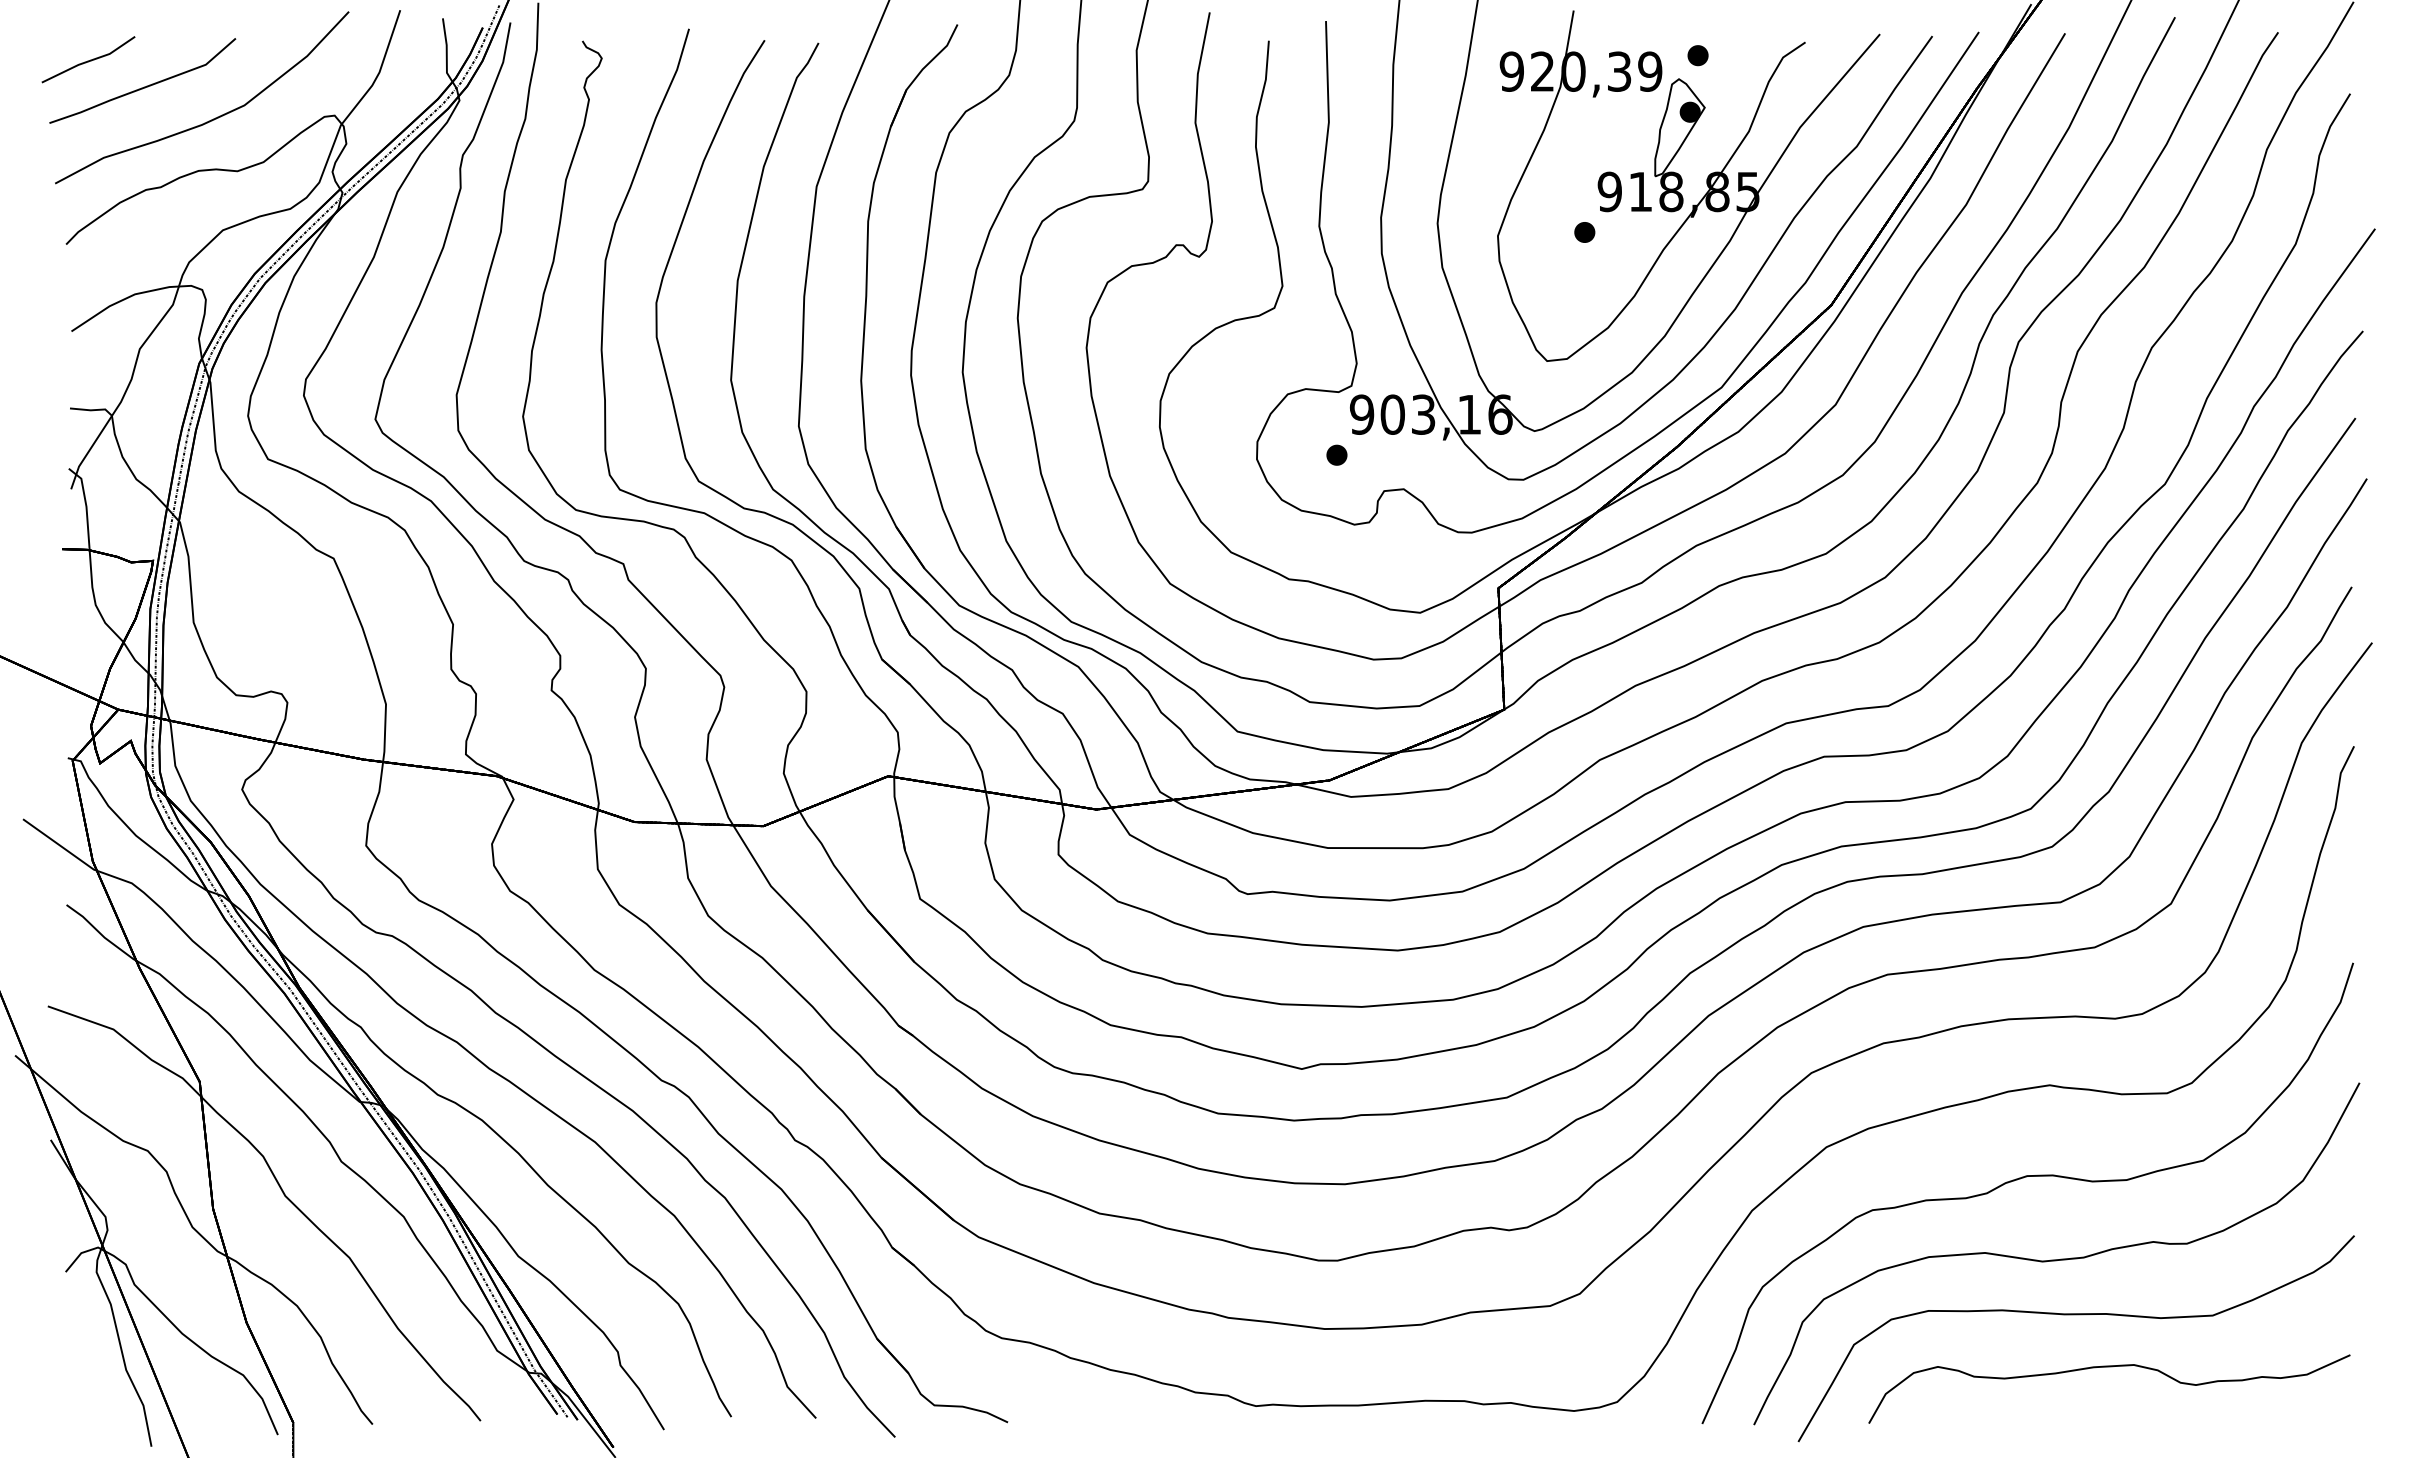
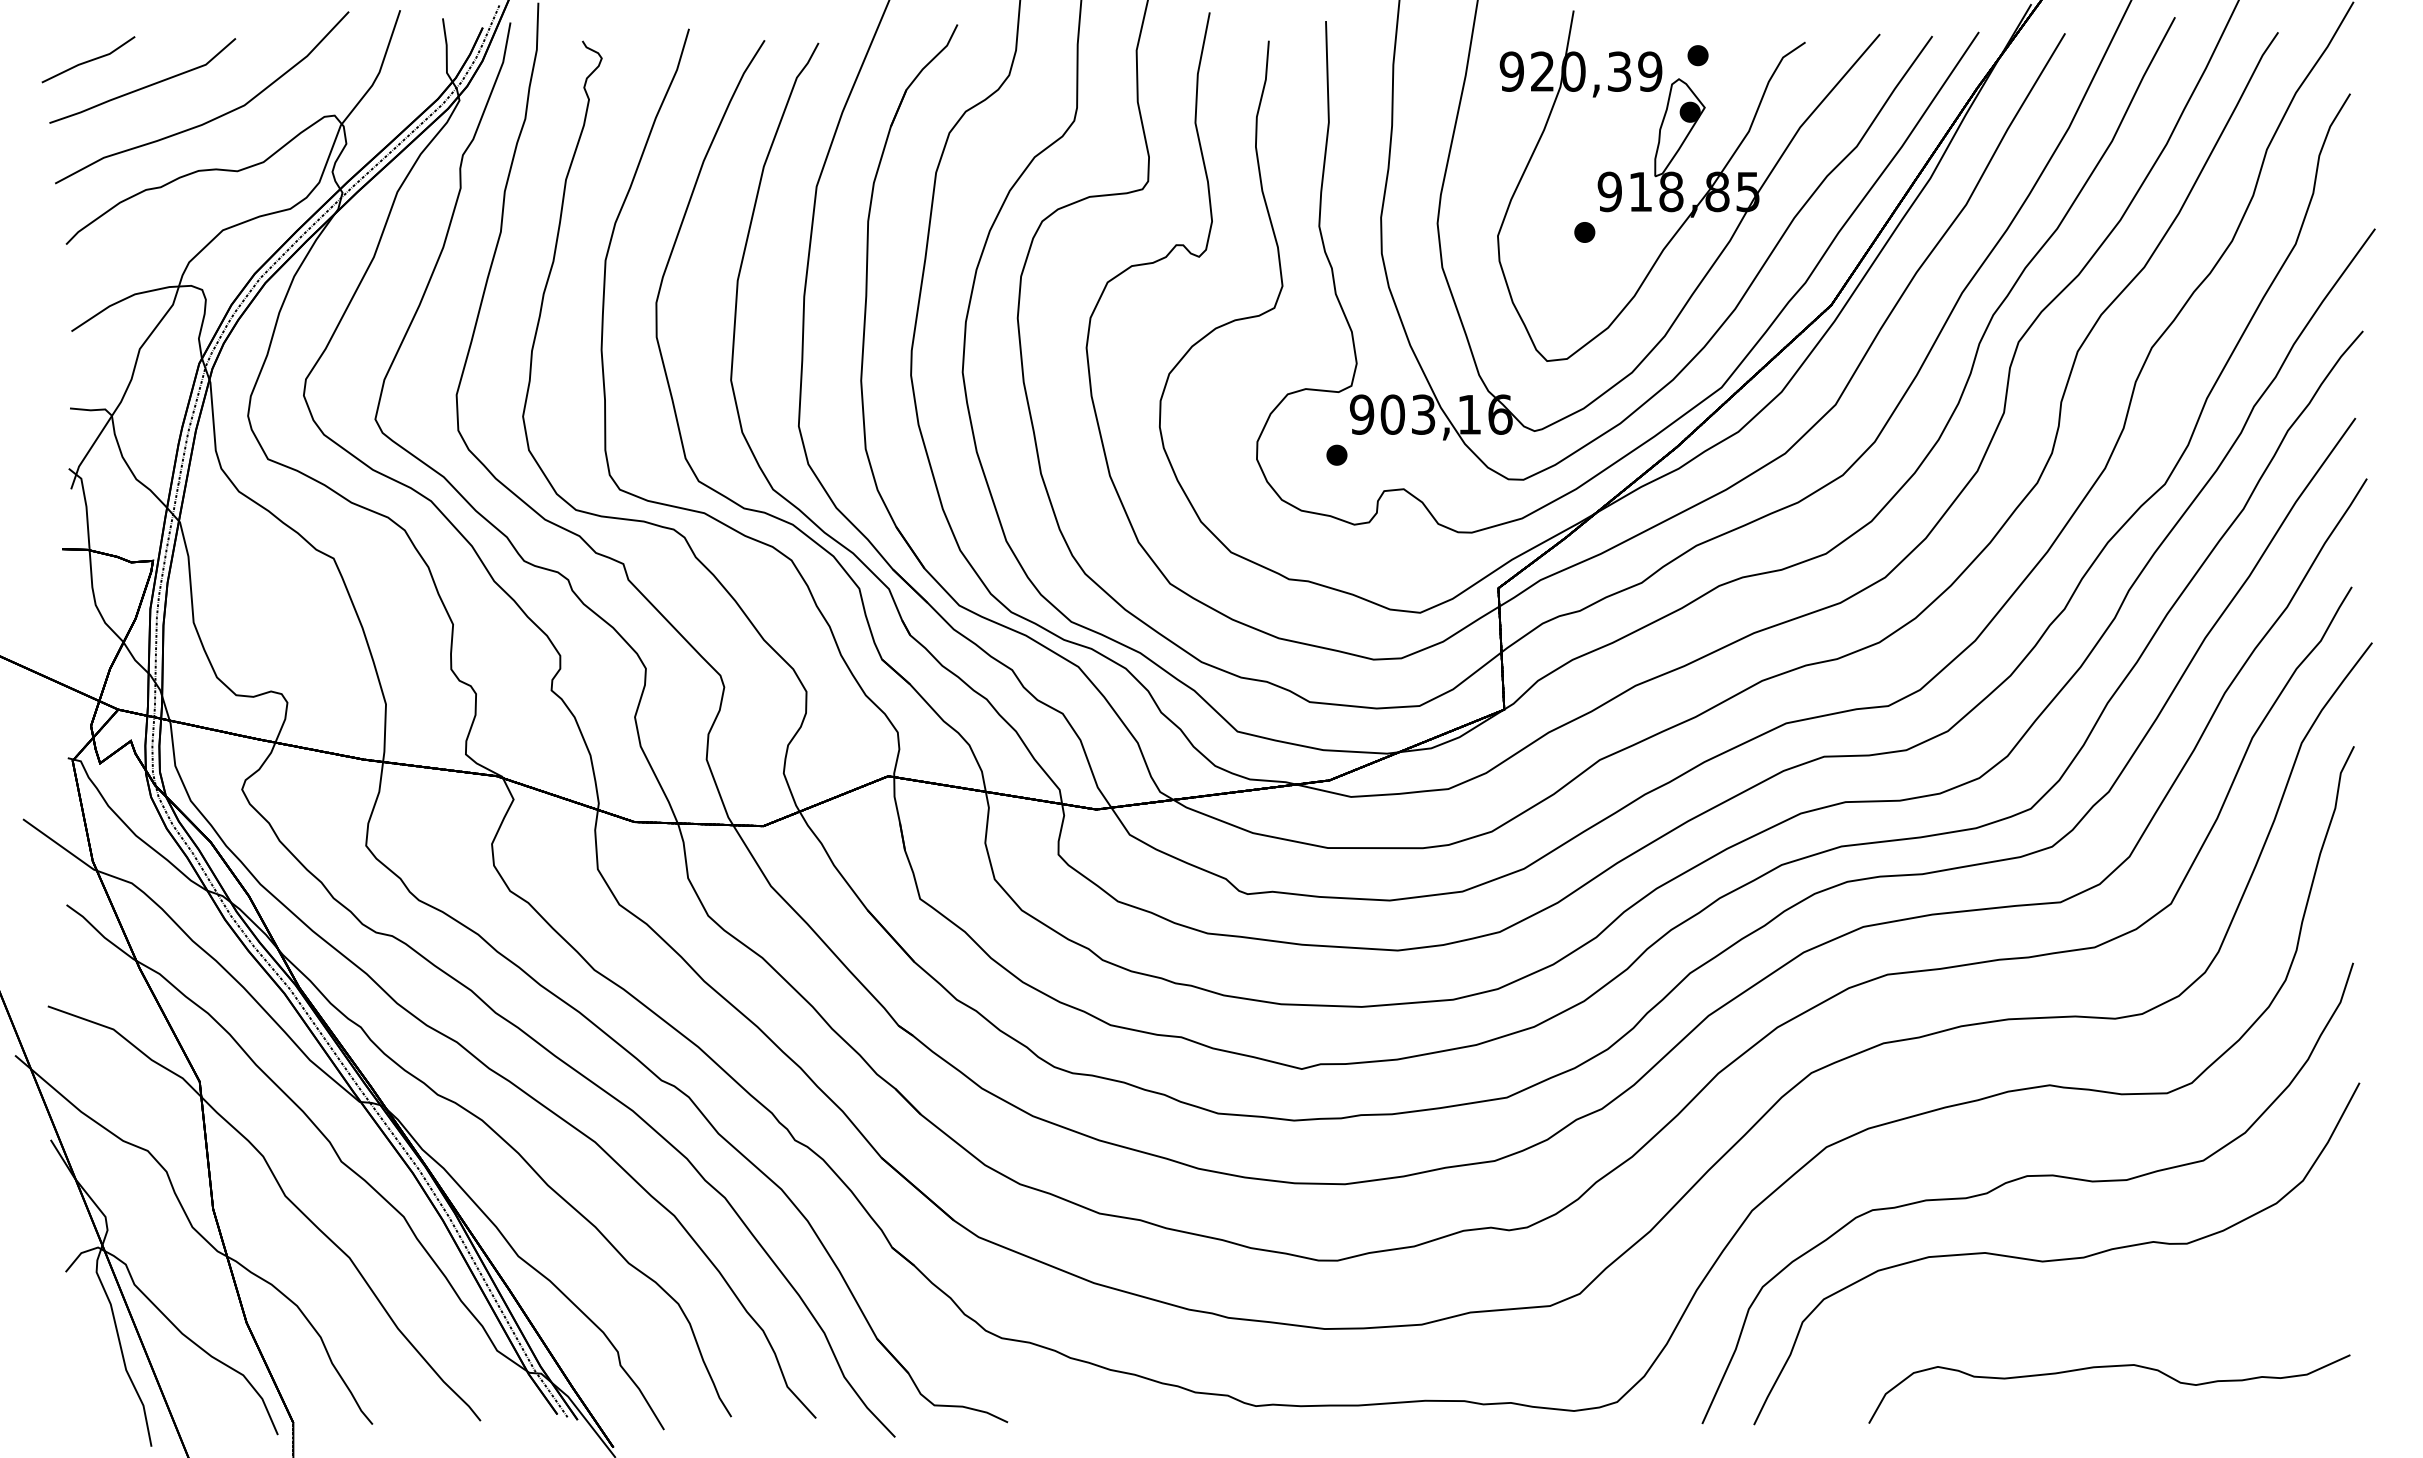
part at (2075, 1315): present -> none
